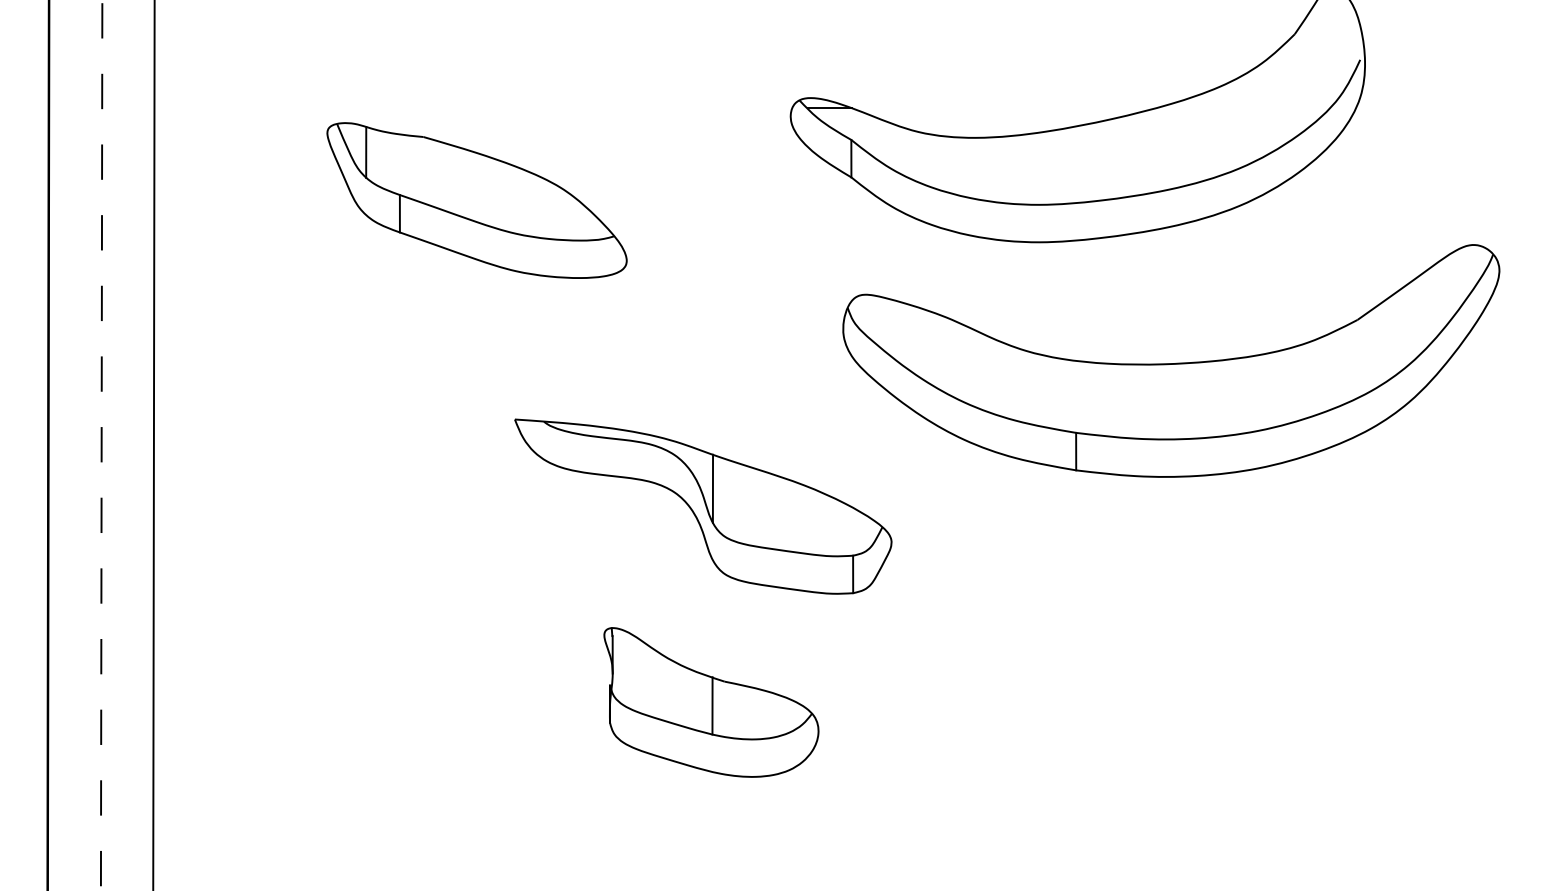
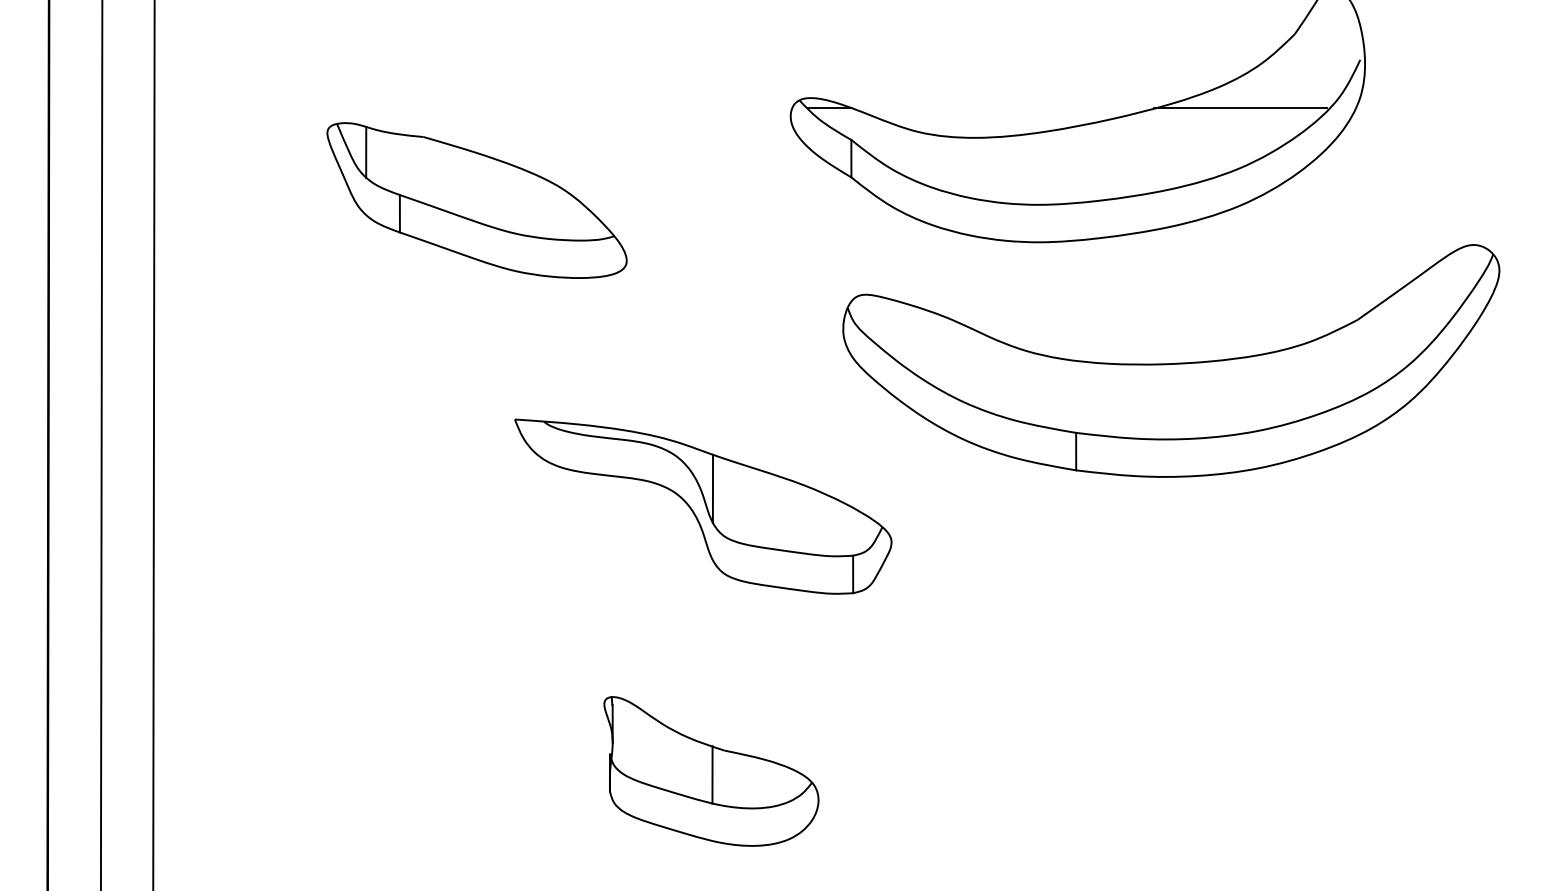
line at (1240, 108): none -> present
line at (101, 445): dashed -> solid
part at (711, 702) position: (711, 702) -> (711, 771)
